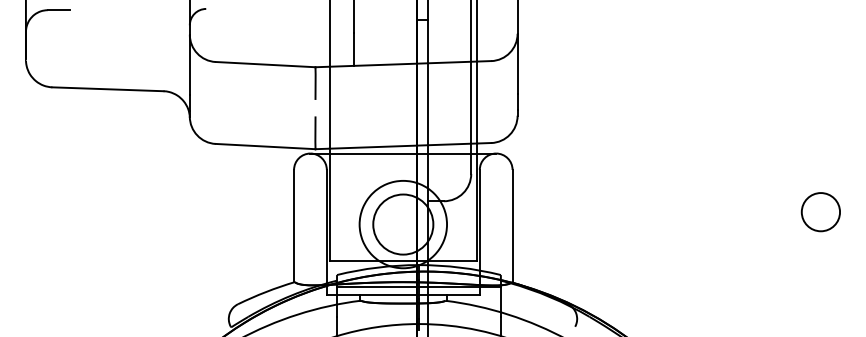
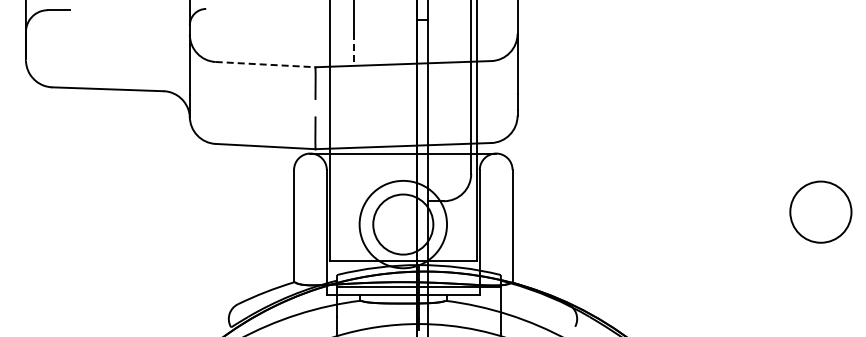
line at (353, 50): solid -> dashed
line at (265, 64): solid -> dashed
circle at (820, 212) diameter: 38 px -> 61 px
